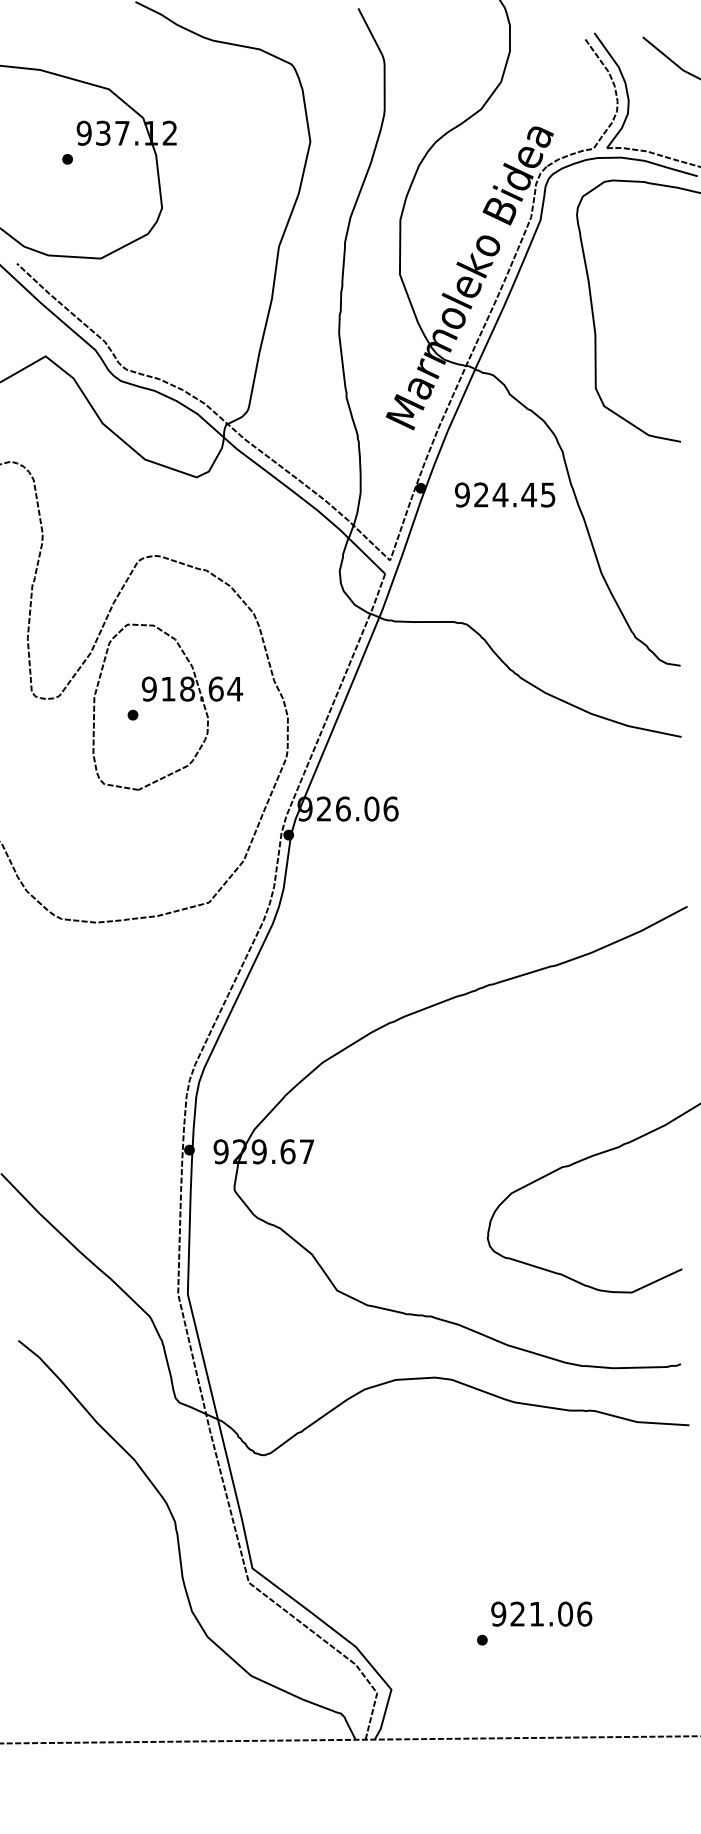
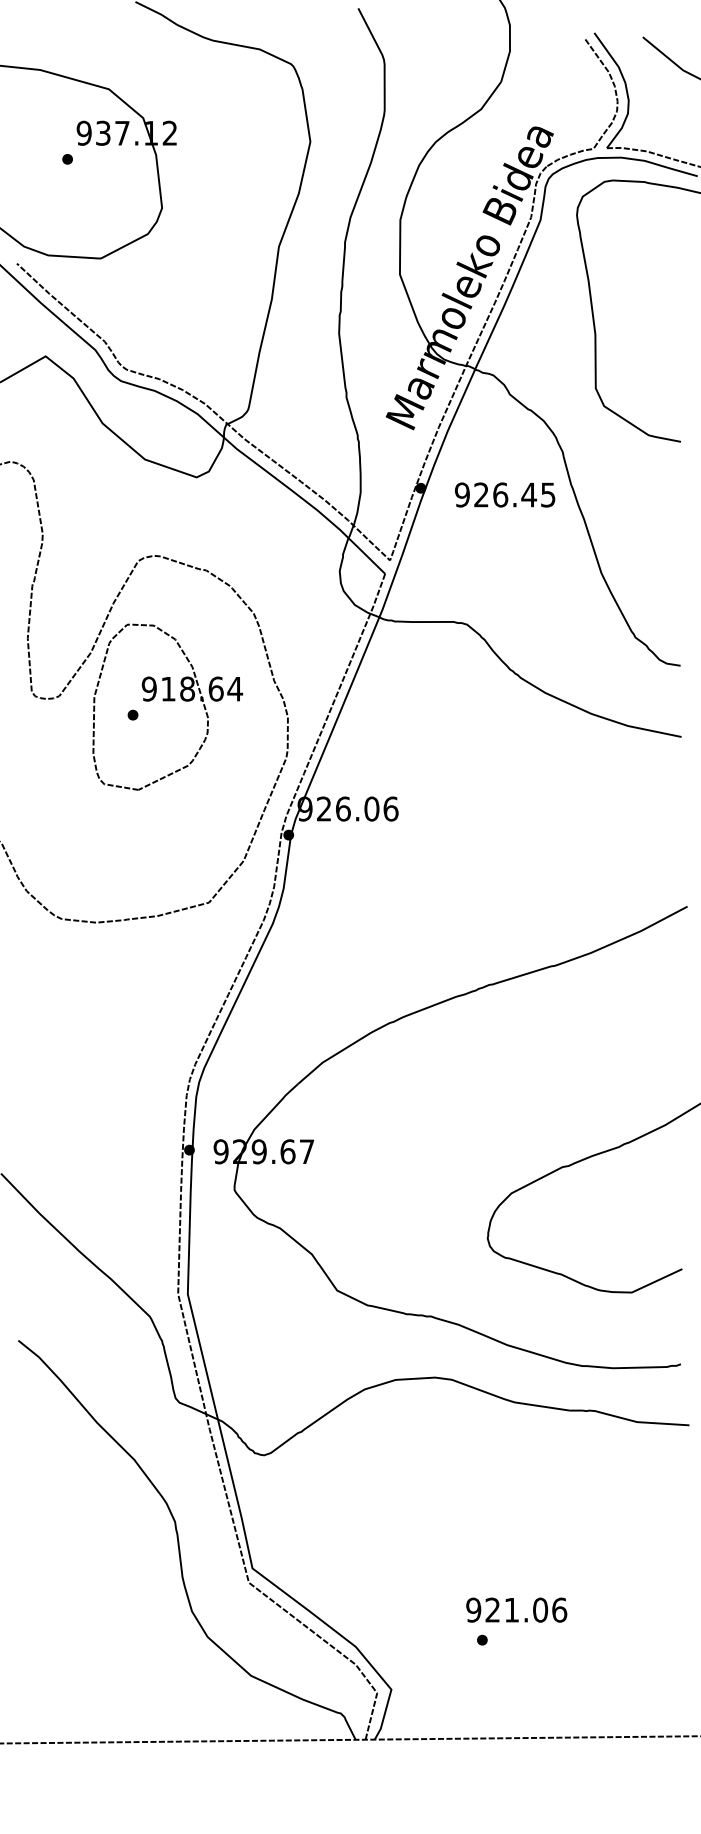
text at (500, 494): 924.45 -> 926.45
text at (541, 1613) position: (541, 1613) -> (516, 1609)
